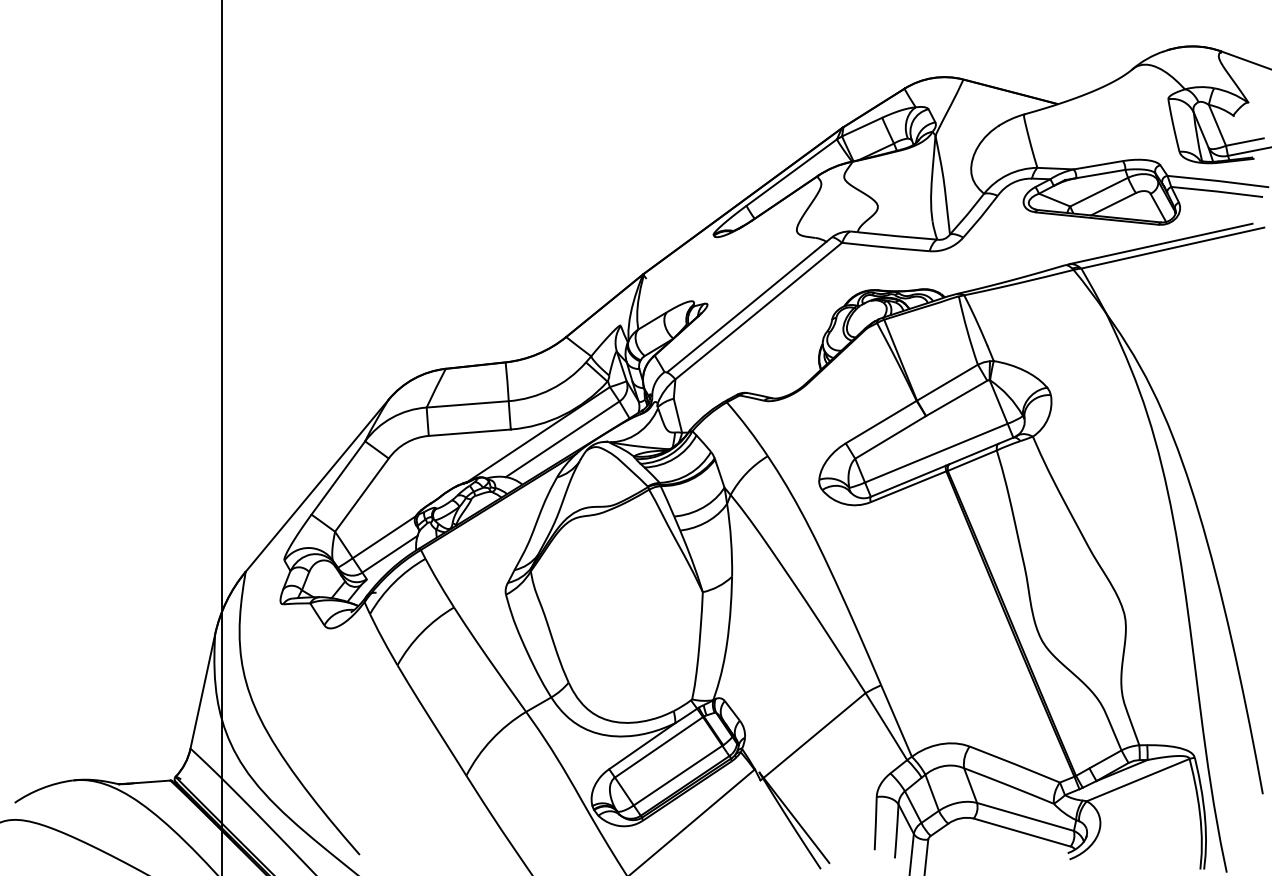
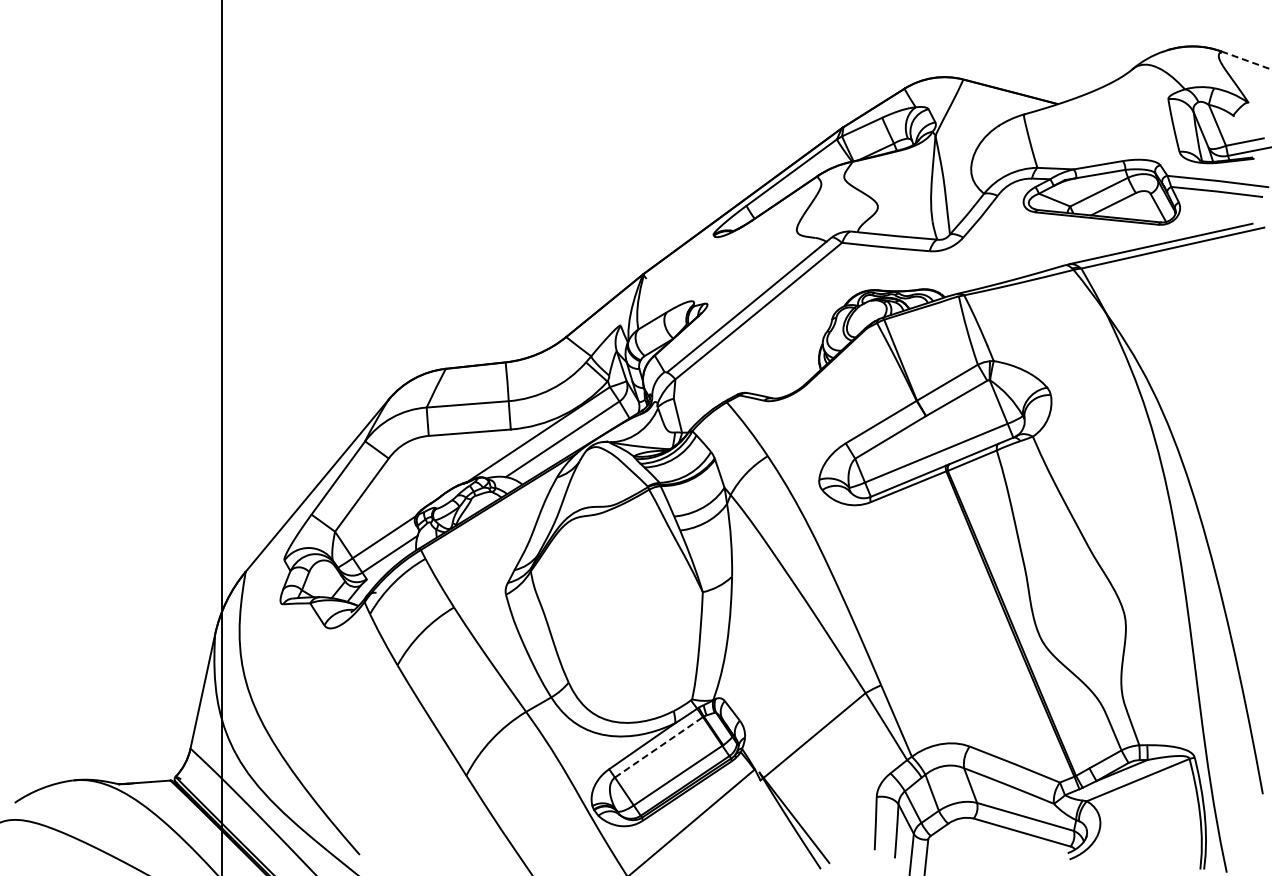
line at (1246, 60): solid -> dashed
line at (659, 747): solid -> dashed
